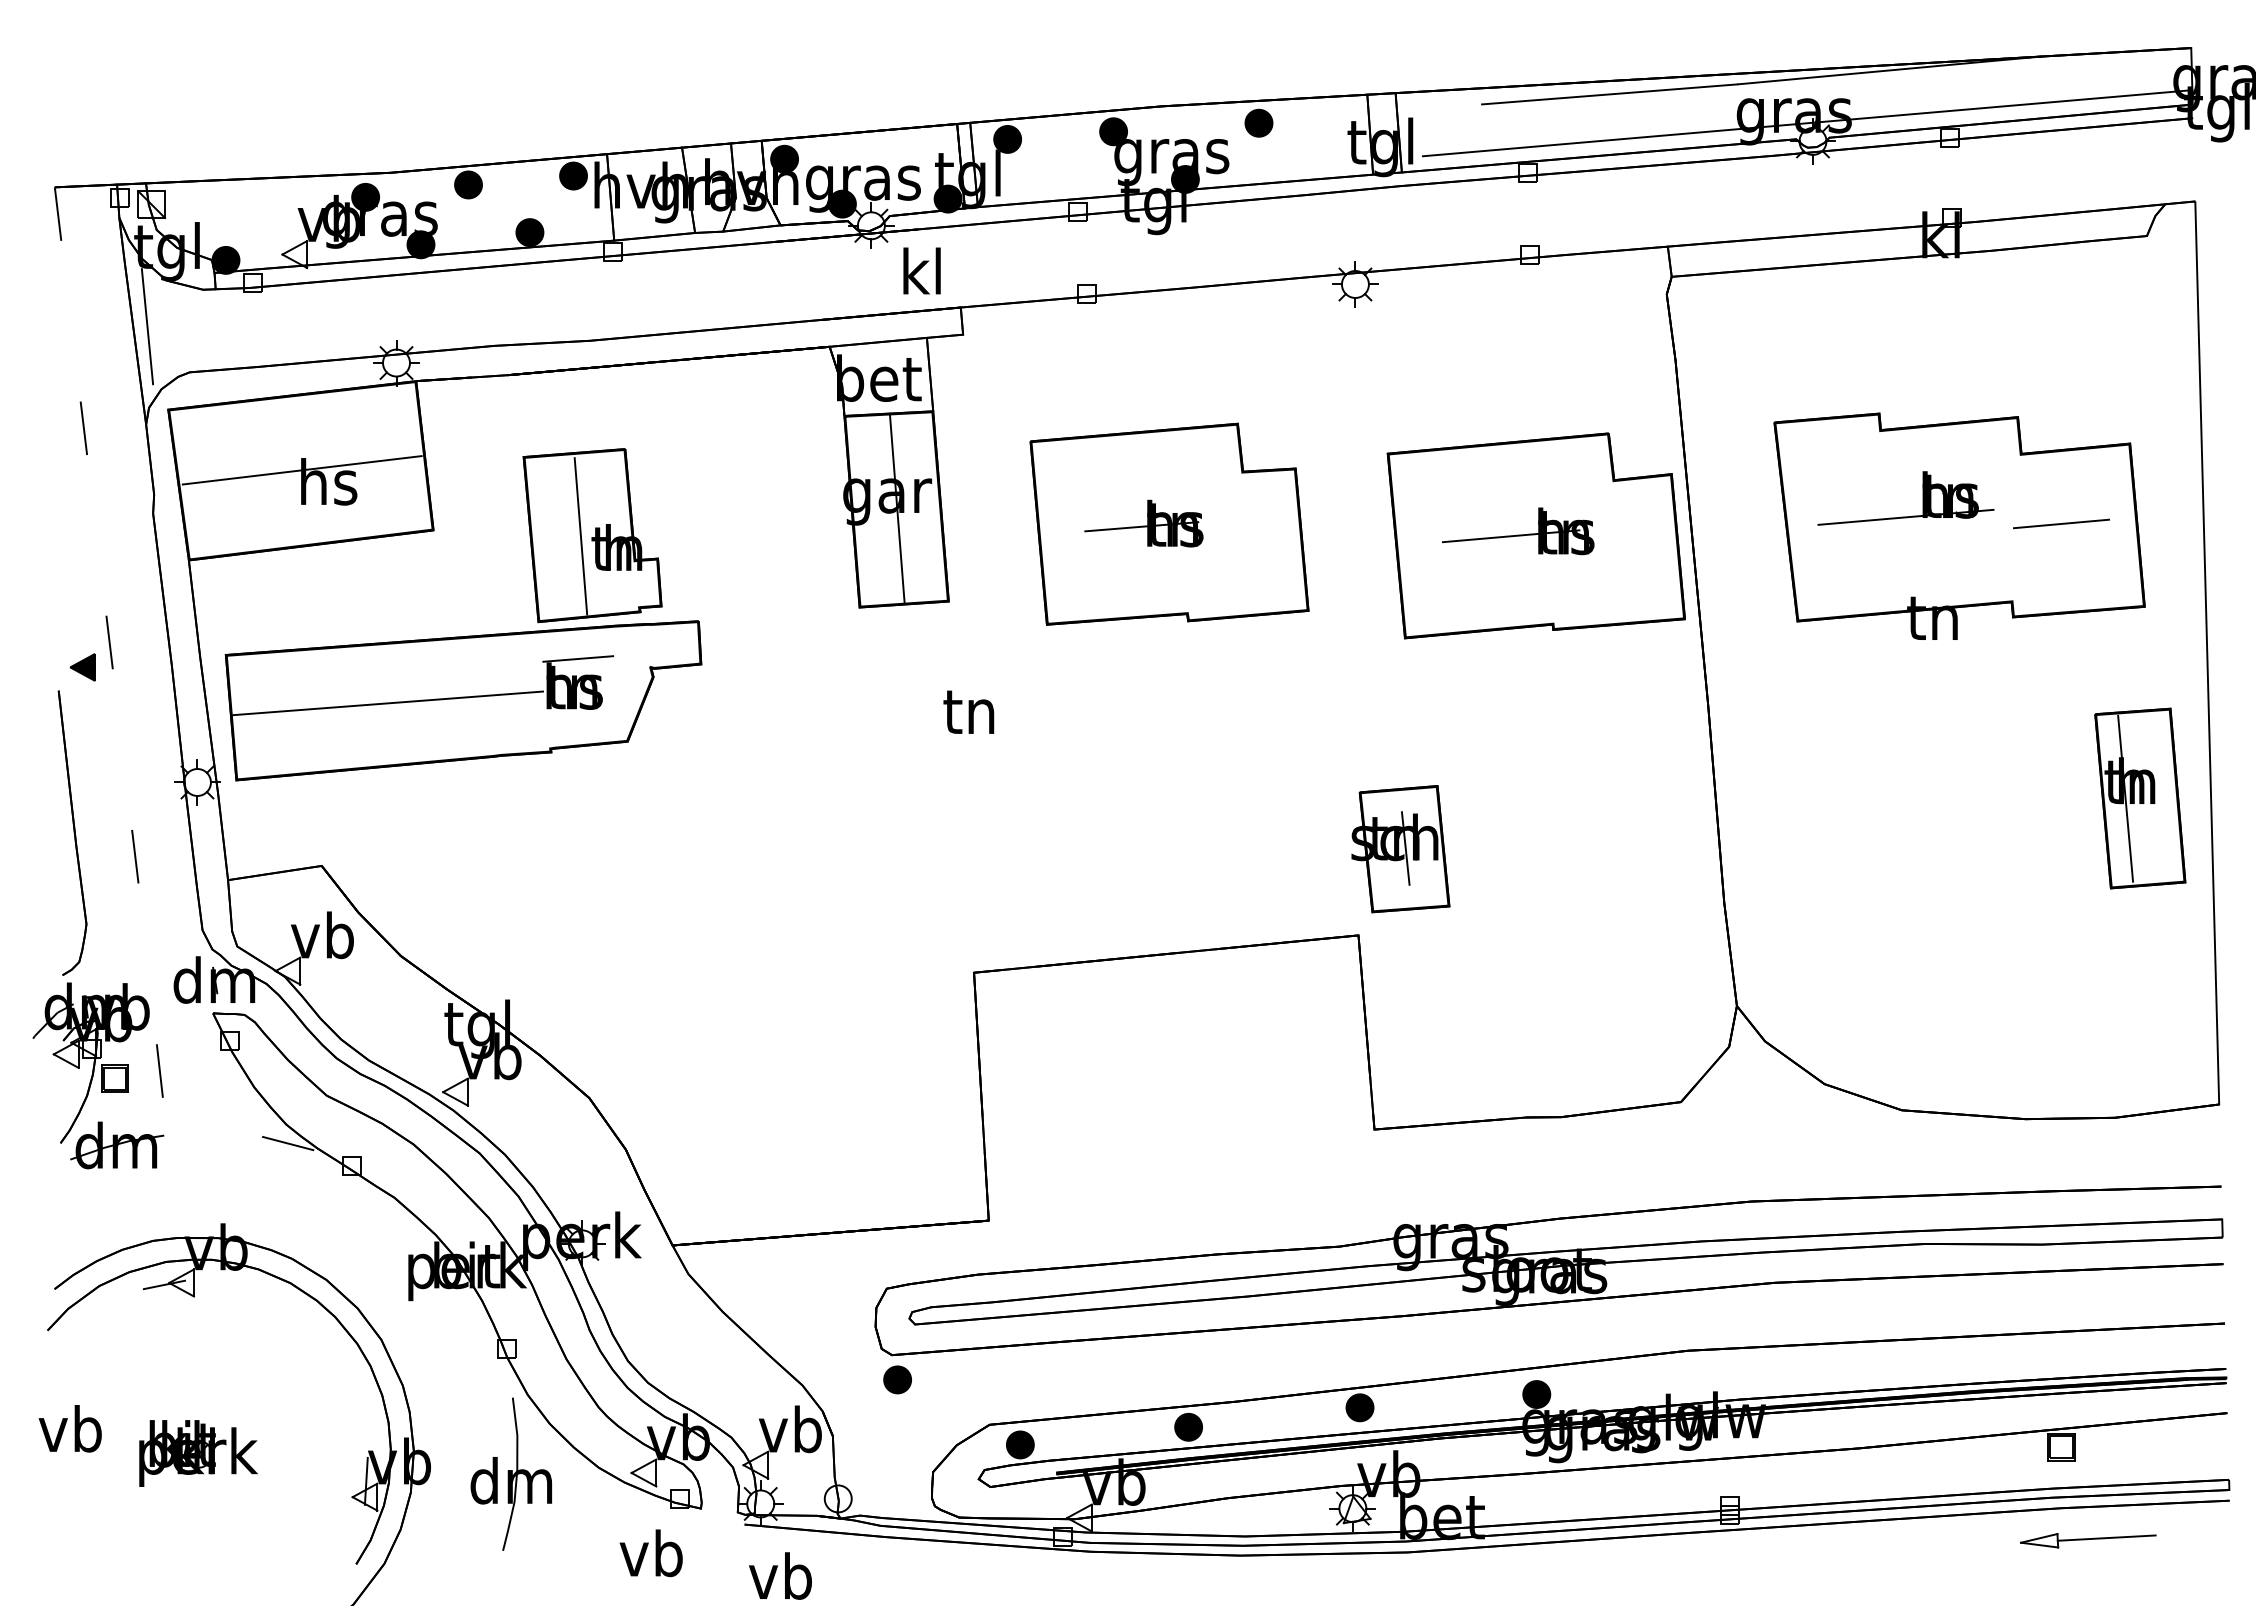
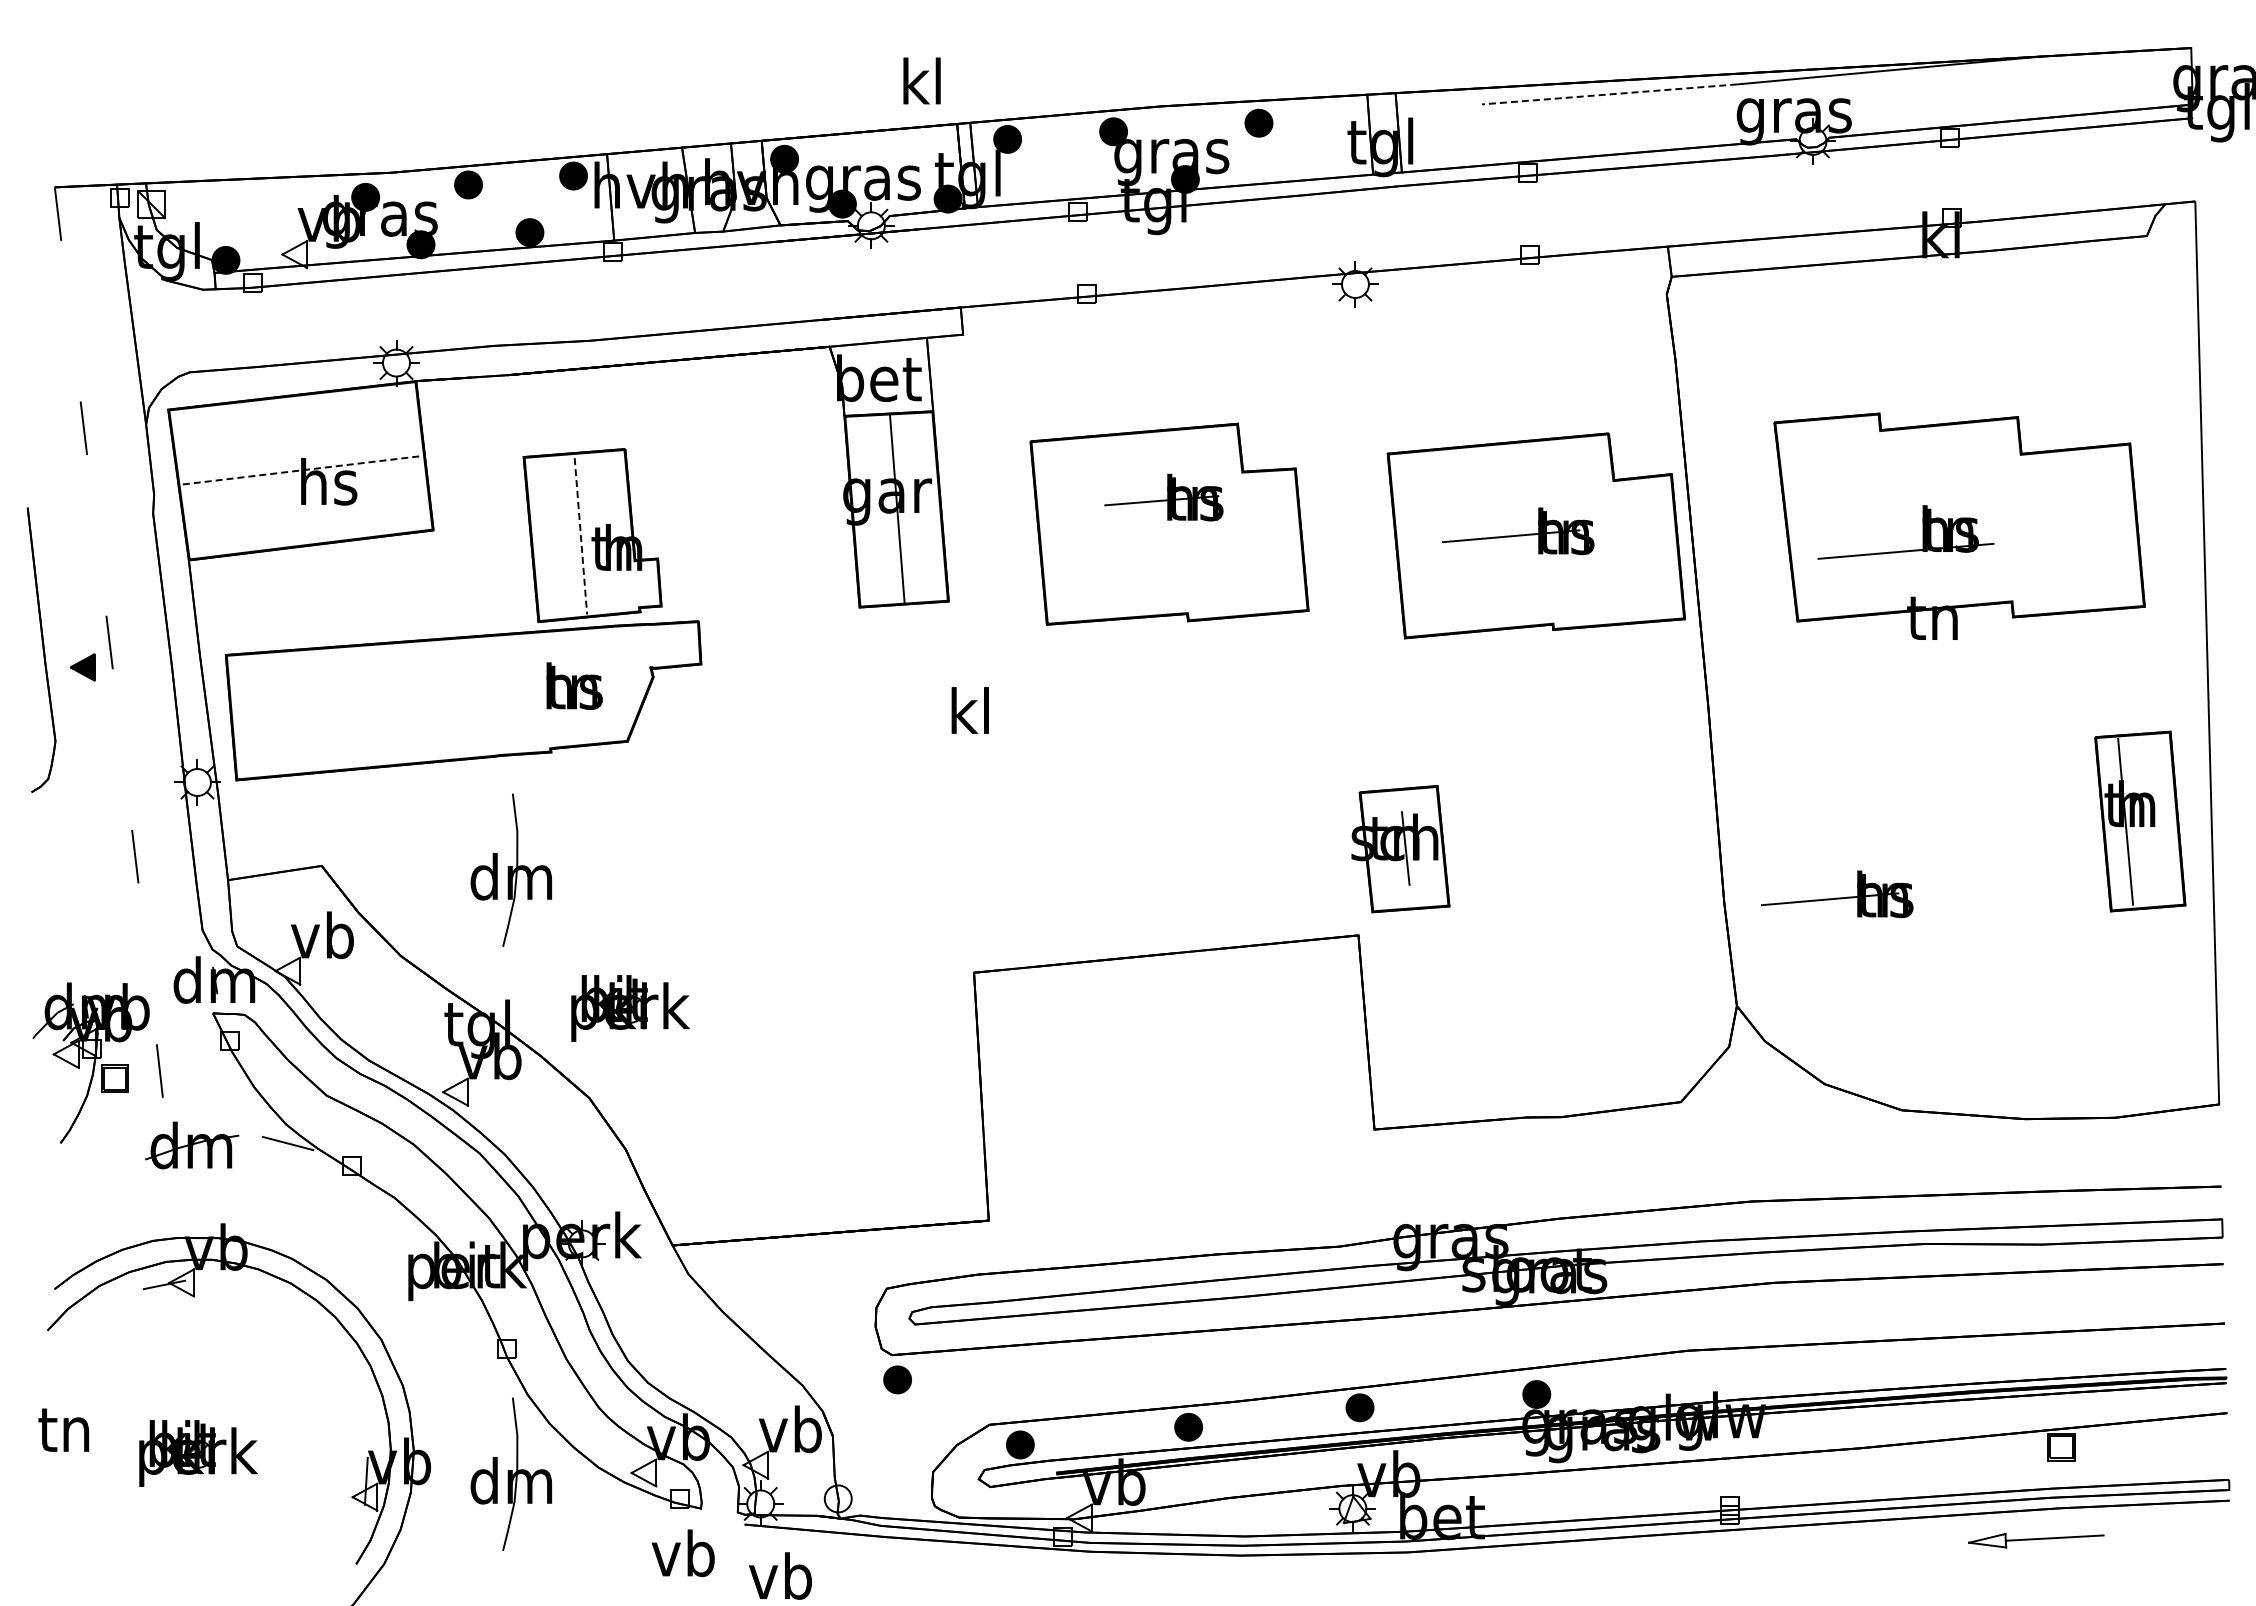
line at (1609, 94): solid -> dashed
line at (1807, 123): present -> none
text at (921, 270) position: (921, 270) -> (921, 80)
line at (147, 326): present -> none
line at (302, 470): solid -> dashed
part at (1922, 498) position: (1922, 498) -> (1922, 532)
part at (1143, 523) position: (1143, 523) -> (1163, 497)
line at (2061, 523): present -> none
line at (580, 536): solid -> dashed
line at (578, 658): present -> none
line at (388, 703): present -> none
text at (968, 710): tn -> kl
part at (2140, 798) position: (2140, 798) -> (2140, 821)
part at (72, 832) position: (72, 832) -> (41, 649)
part at (510, 869): none -> present
part at (1837, 894): none -> present
part at (630, 1008): none -> present
part at (117, 1145) position: (117, 1145) -> (192, 1145)
text at (69, 1428): vb -> tn
part at (2088, 1540) position: (2088, 1540) -> (2036, 1540)
text at (650, 1553) position: (650, 1553) -> (682, 1553)
